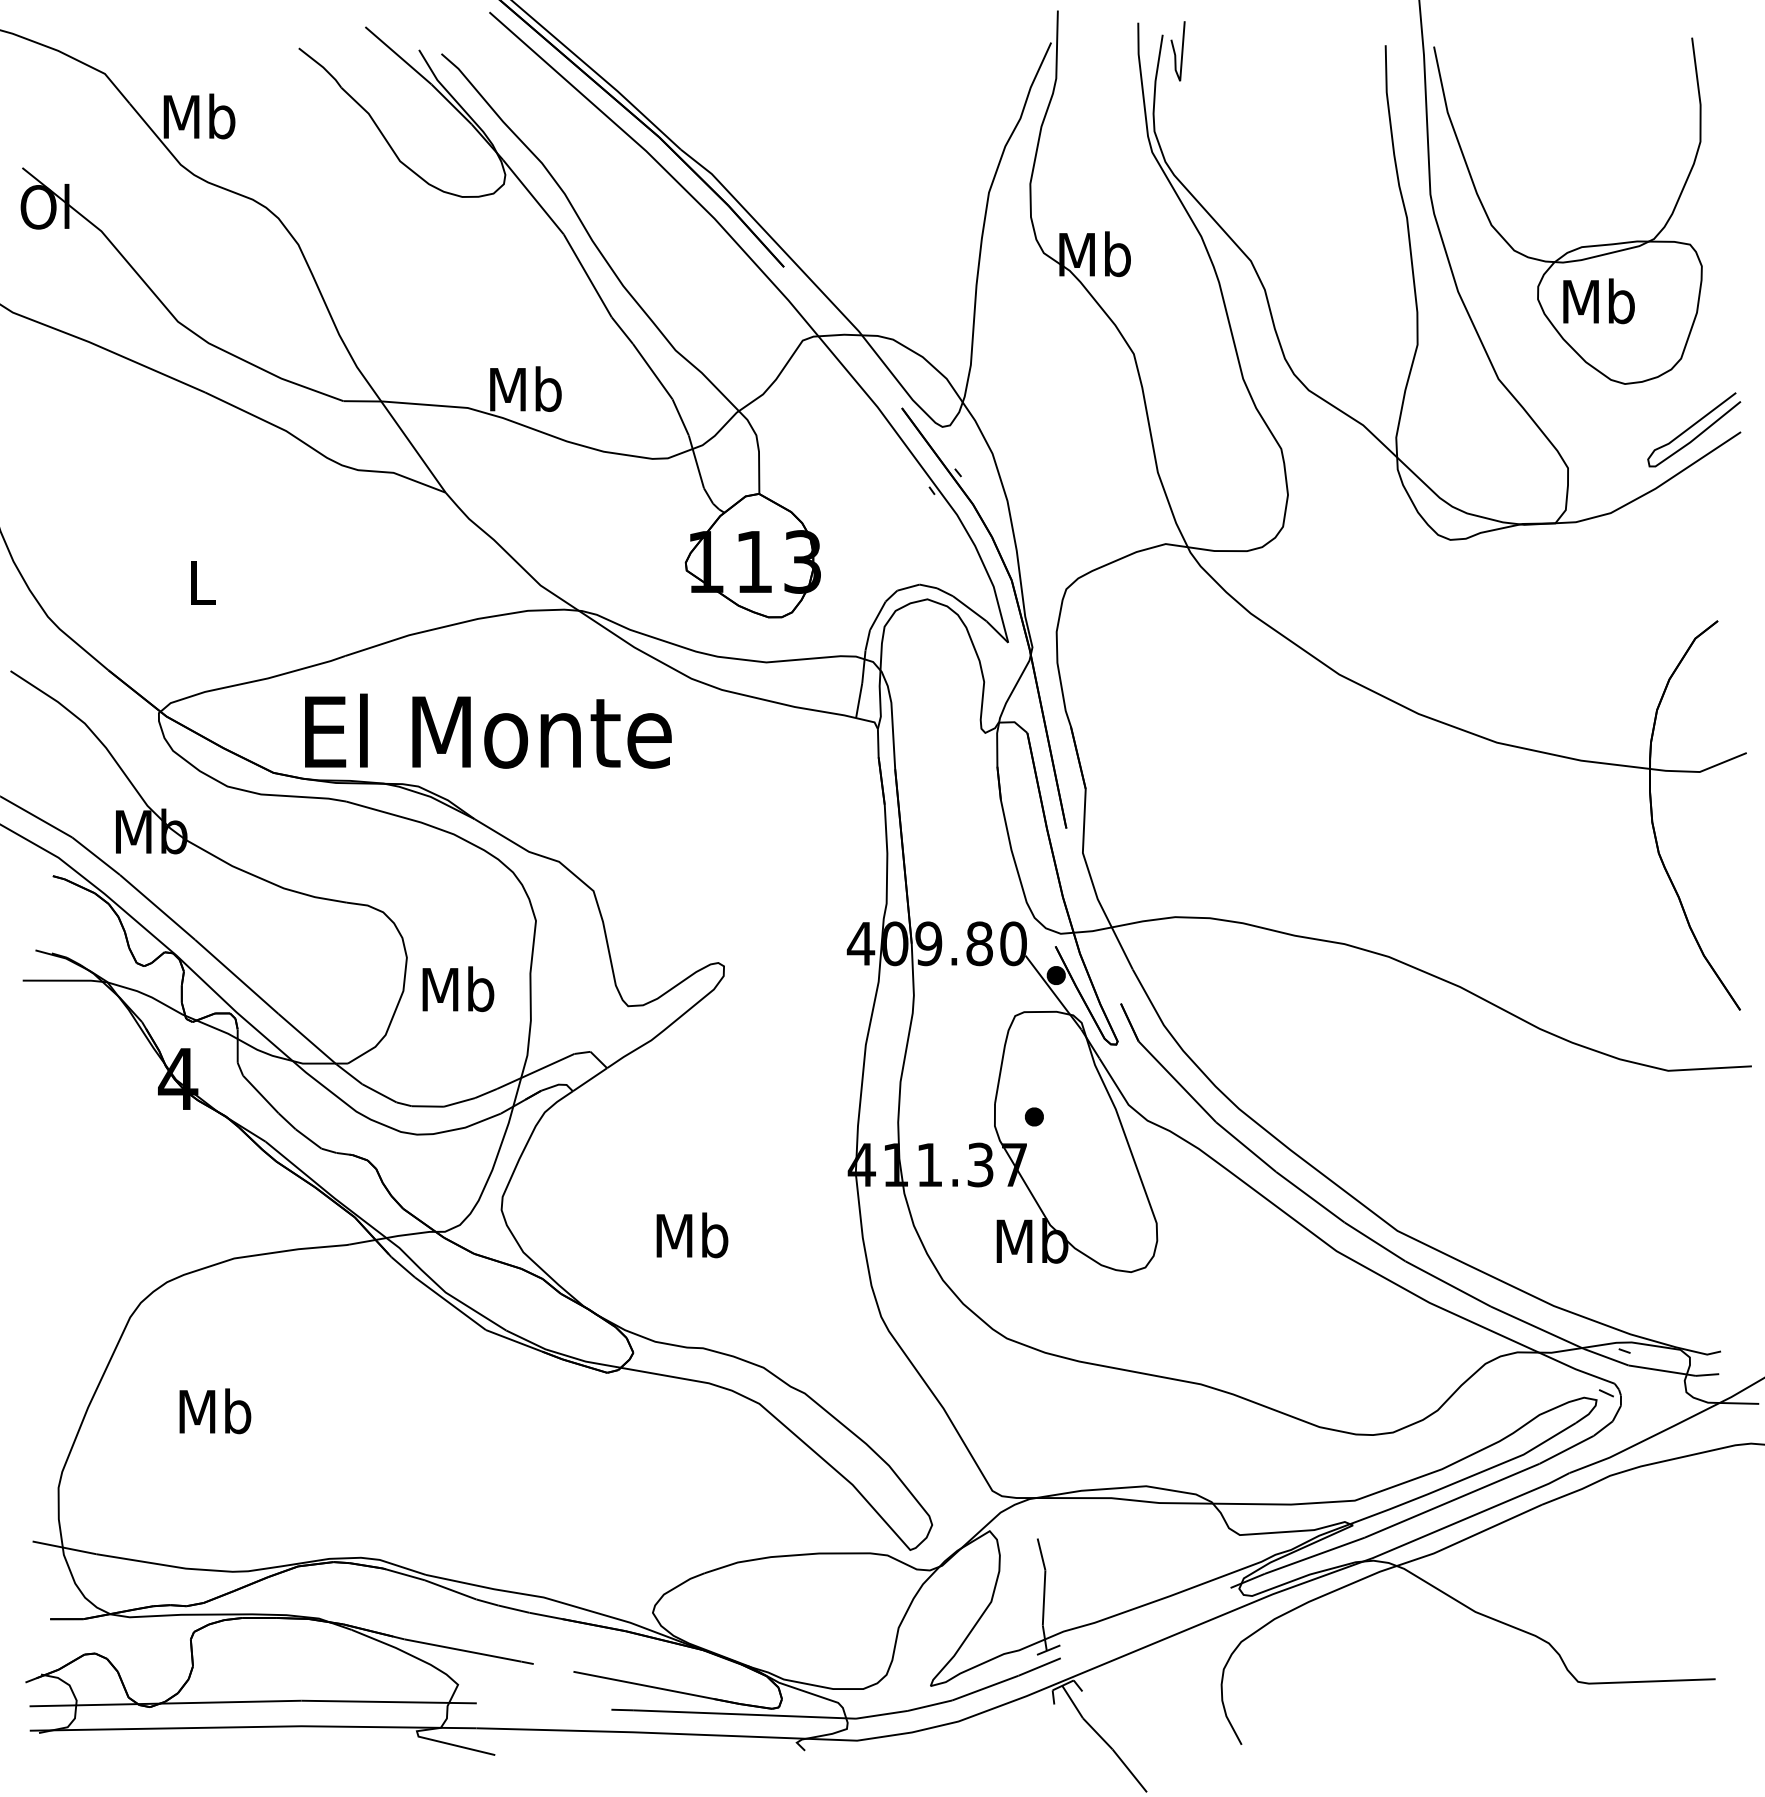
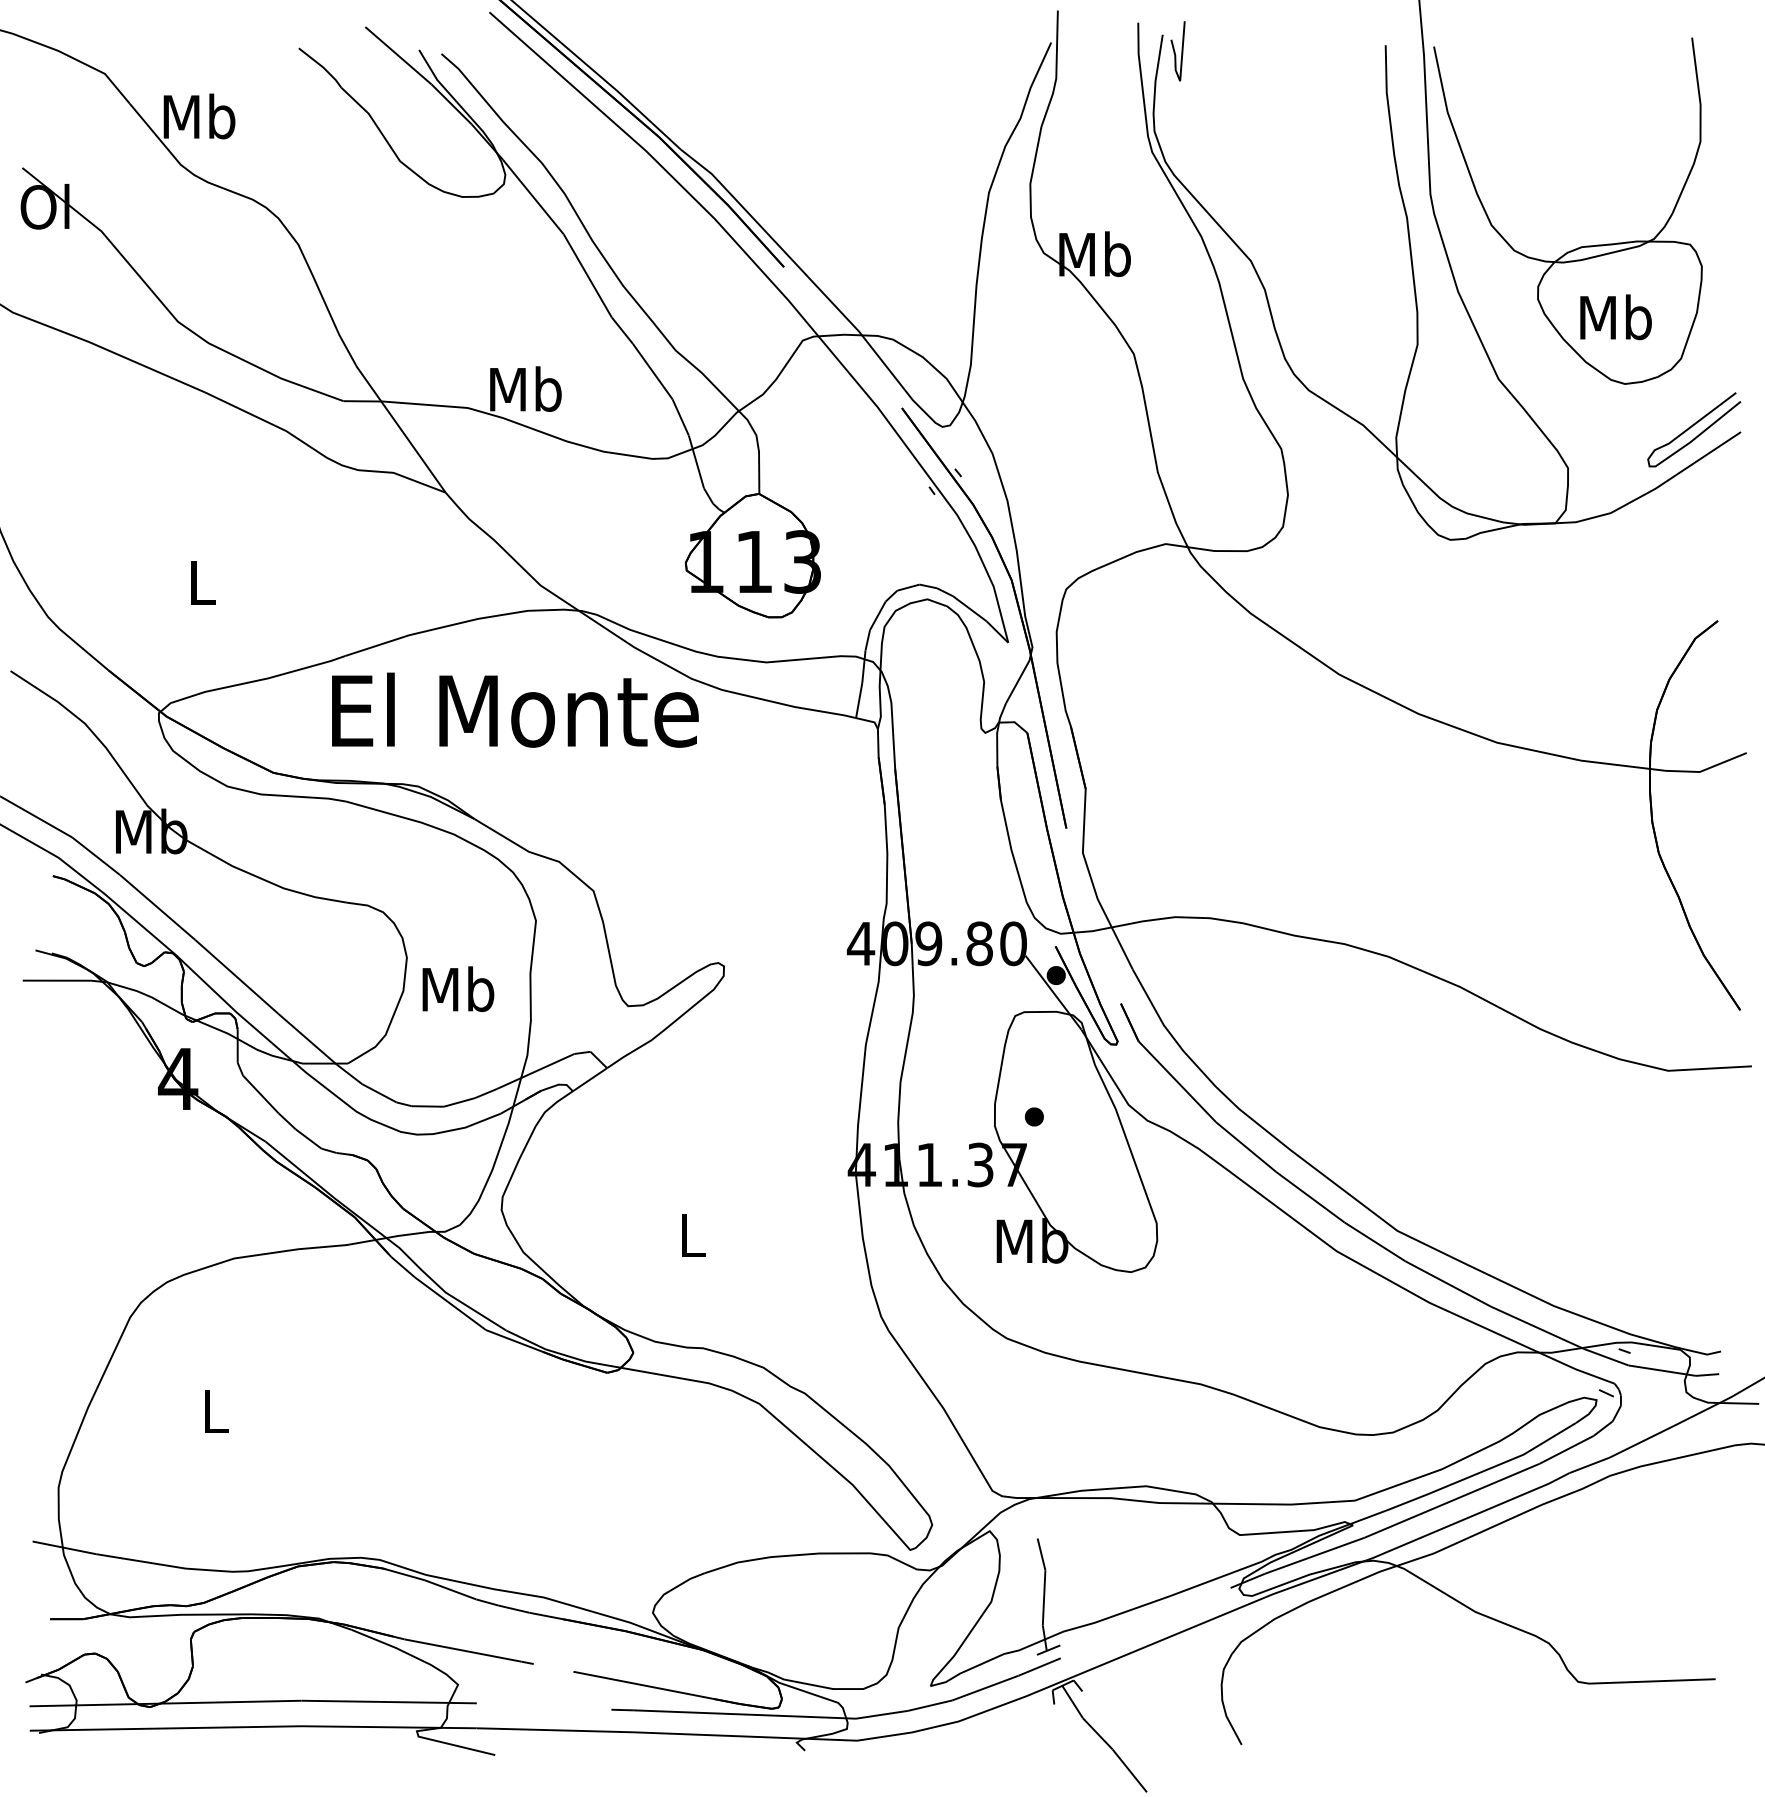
text at (1598, 301) position: (1598, 301) -> (1615, 317)
text at (488, 730) position: (488, 730) -> (515, 709)
text at (692, 1235): Mb -> L
text at (215, 1411): Mb -> L
